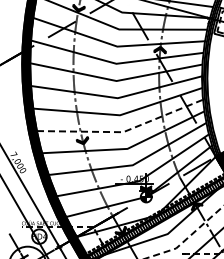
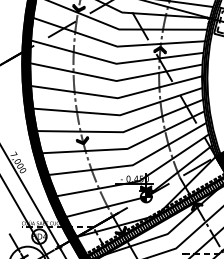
line at (123, 132): dashed -> solid
line at (187, 238): dashed -> solid
